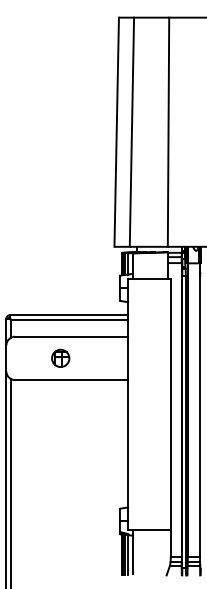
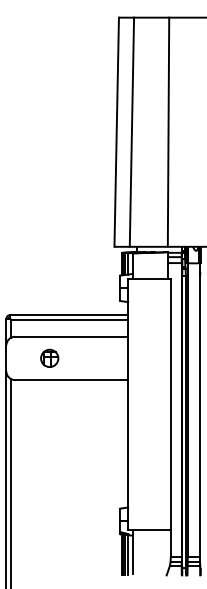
part at (60, 357) position: (60, 357) -> (49, 357)
